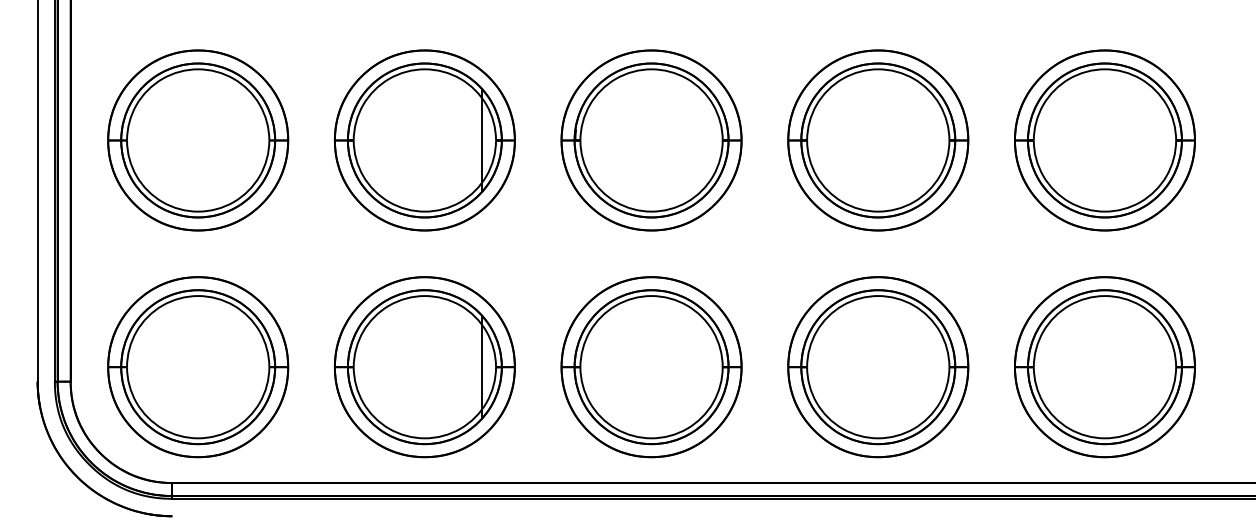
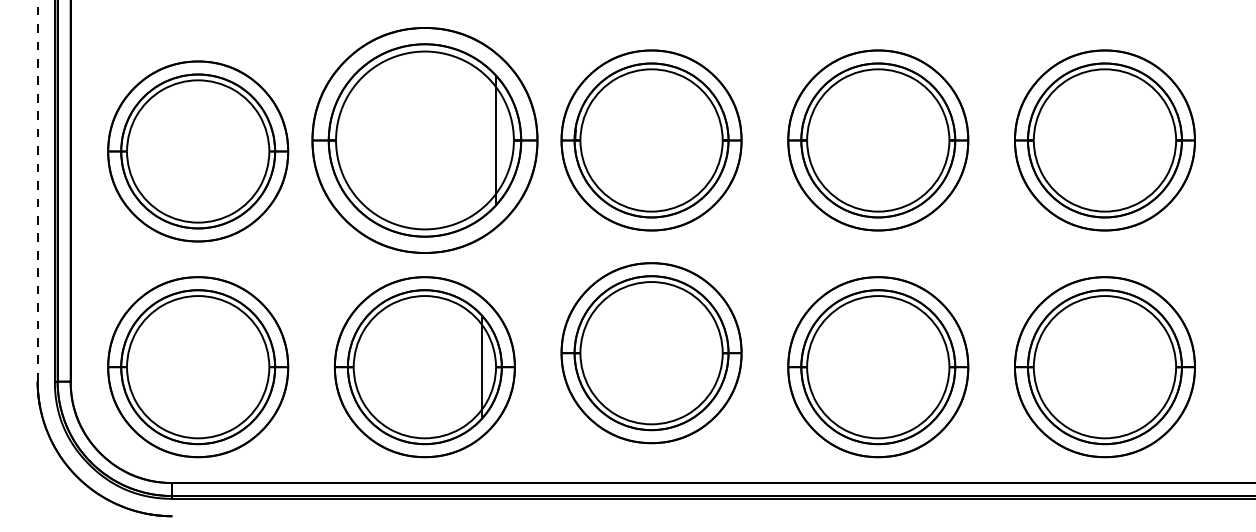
part at (198, 140) position: (198, 140) -> (198, 151)
part at (424, 140) size: 183x183 px -> 228x227 px
line at (37, 190): solid -> dashed
part at (651, 367) position: (651, 367) -> (651, 353)
